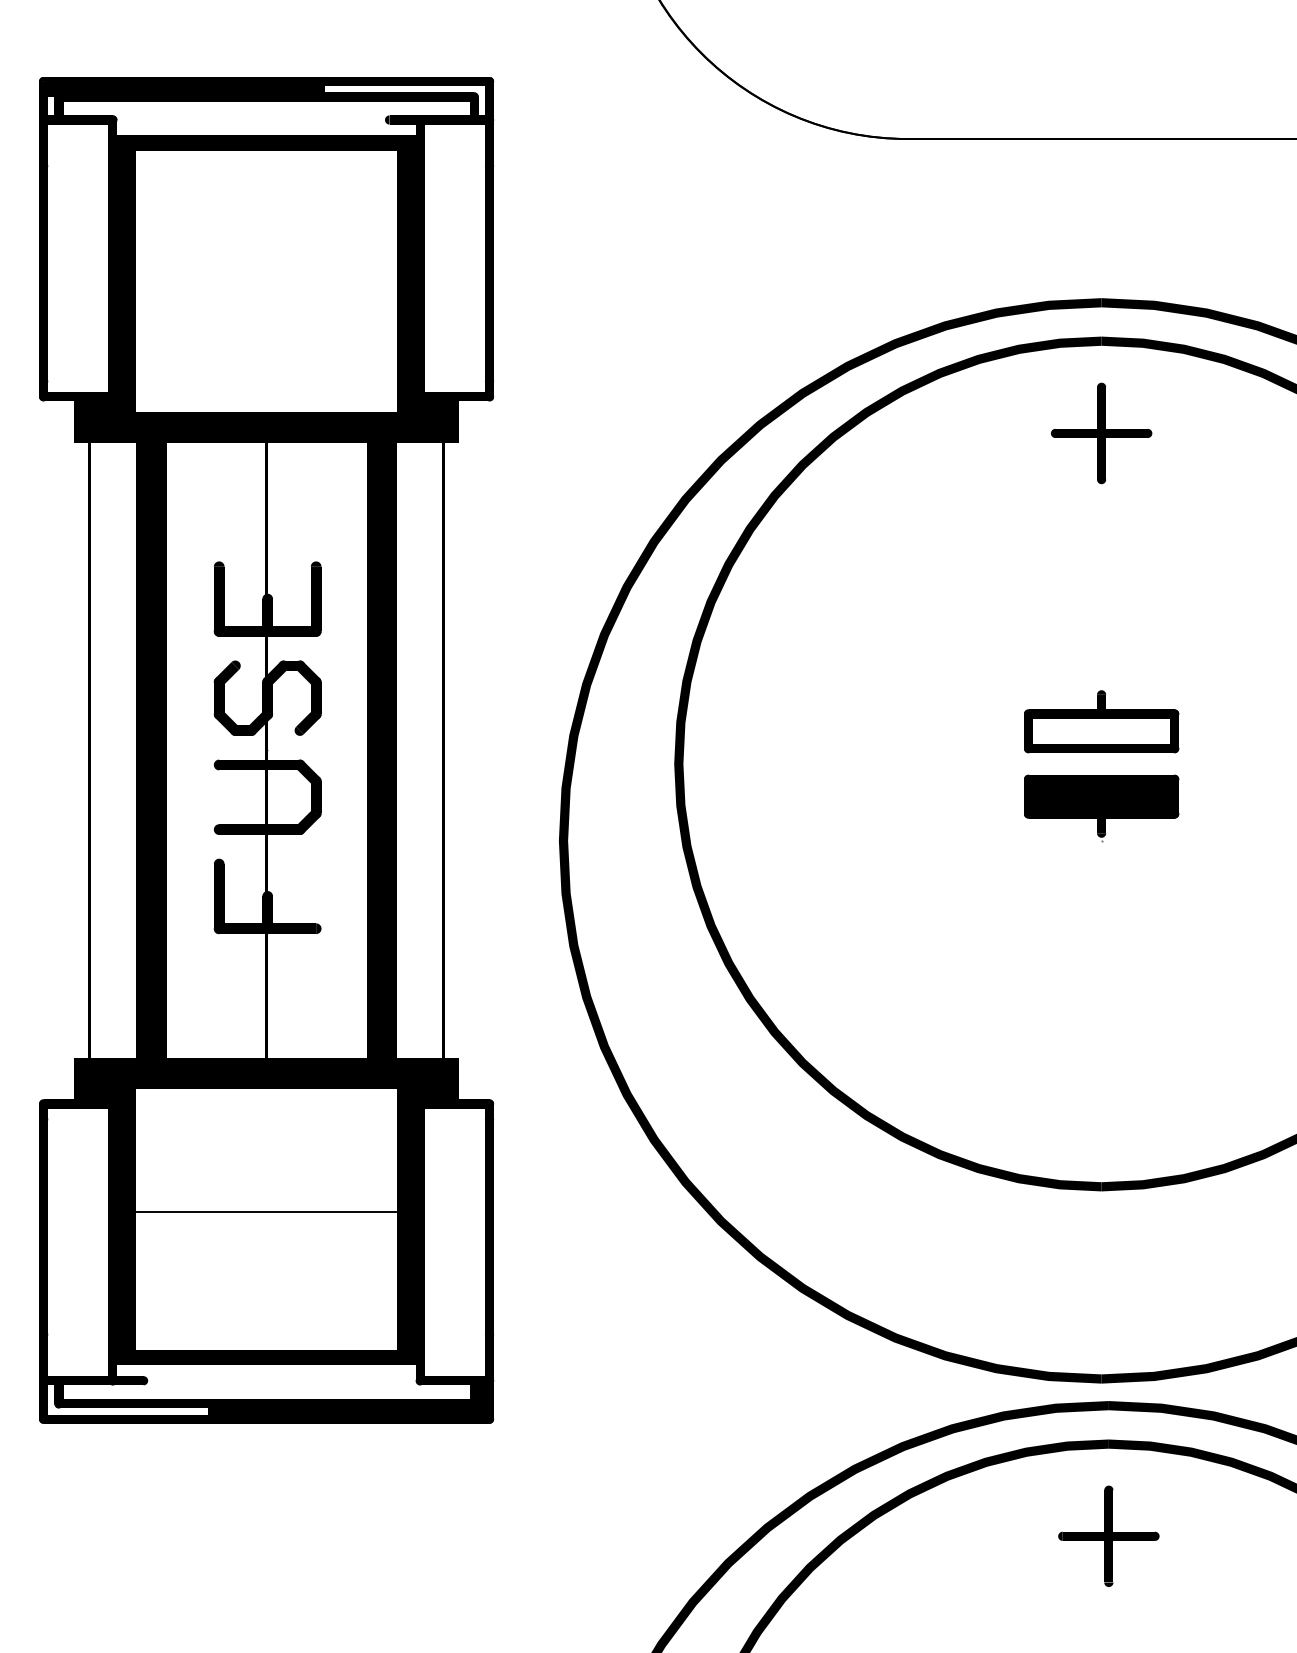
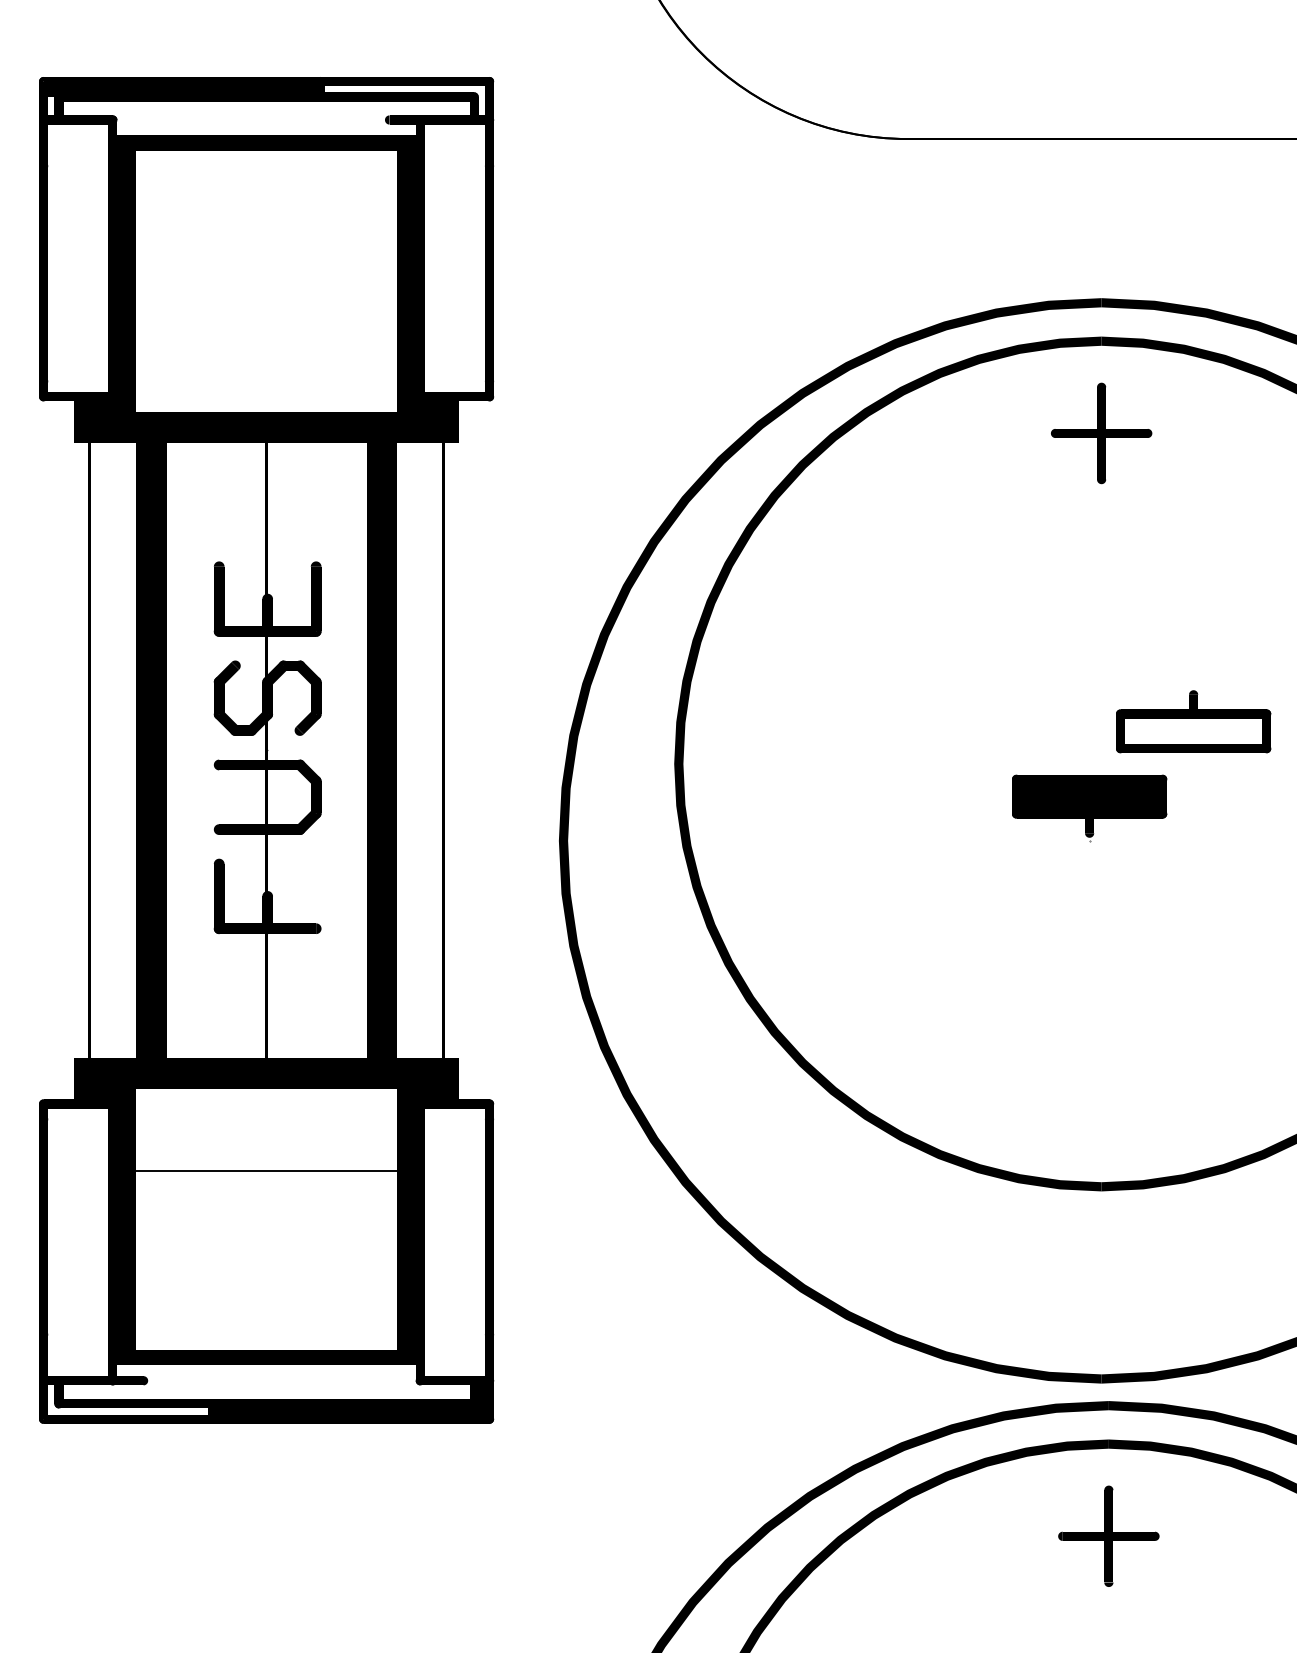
part at (1101, 721) position: (1101, 721) -> (1193, 721)
part at (1101, 808) position: (1101, 808) -> (1089, 808)
line at (266, 1211) position: (266, 1211) -> (266, 1170)
